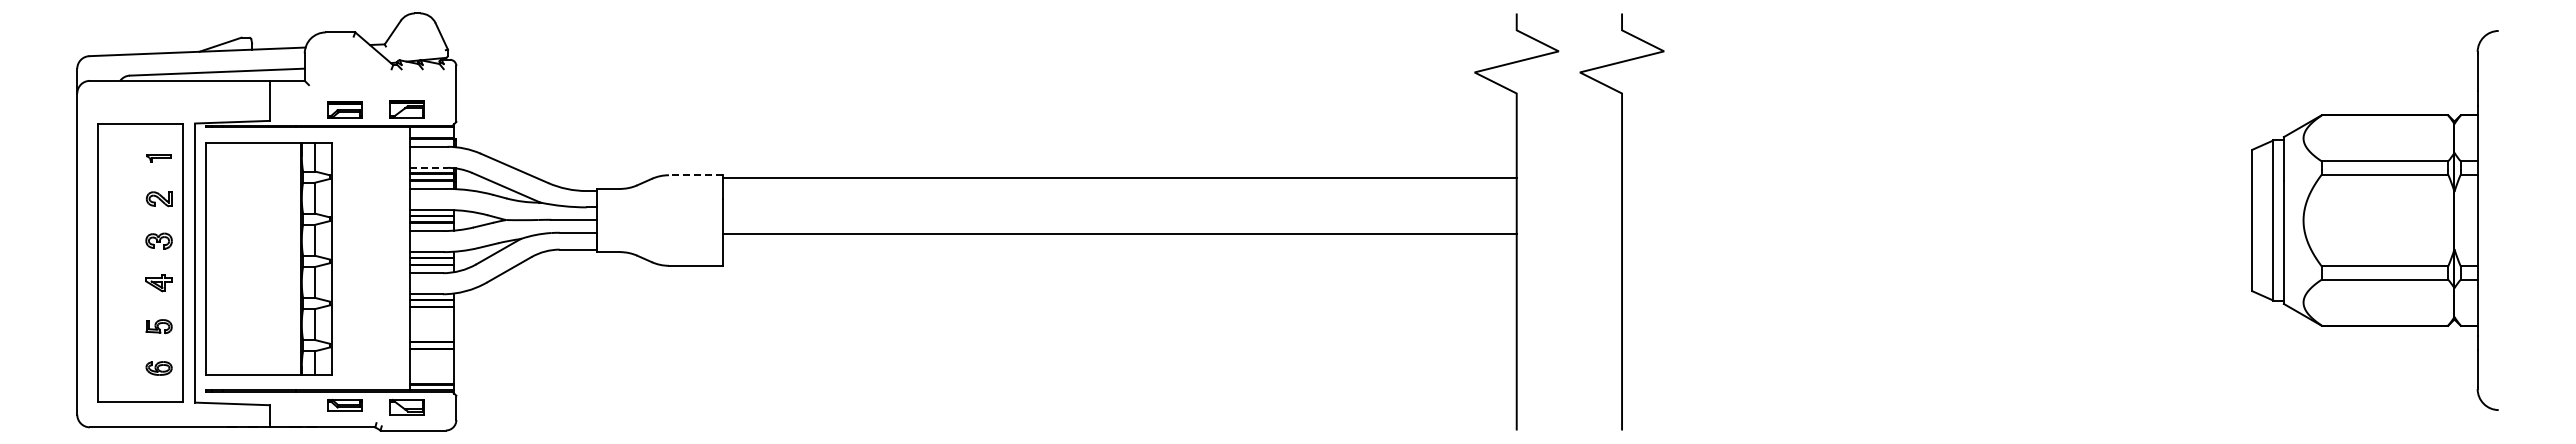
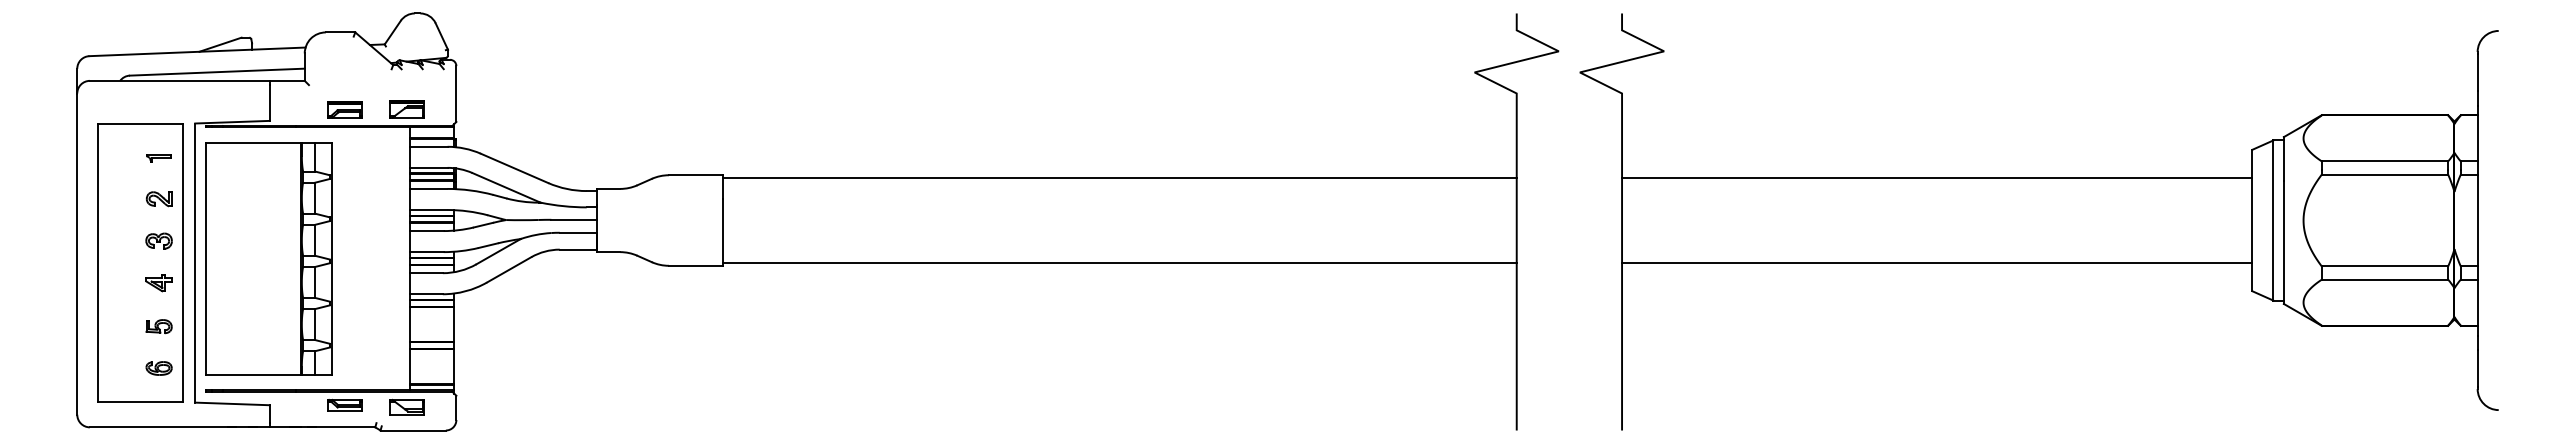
line at (428, 167): dashed -> solid
line at (695, 175): dashed -> solid
line at (1937, 178): none -> present
line at (1119, 233) position: (1119, 233) -> (1119, 262)
line at (1937, 262): none -> present
